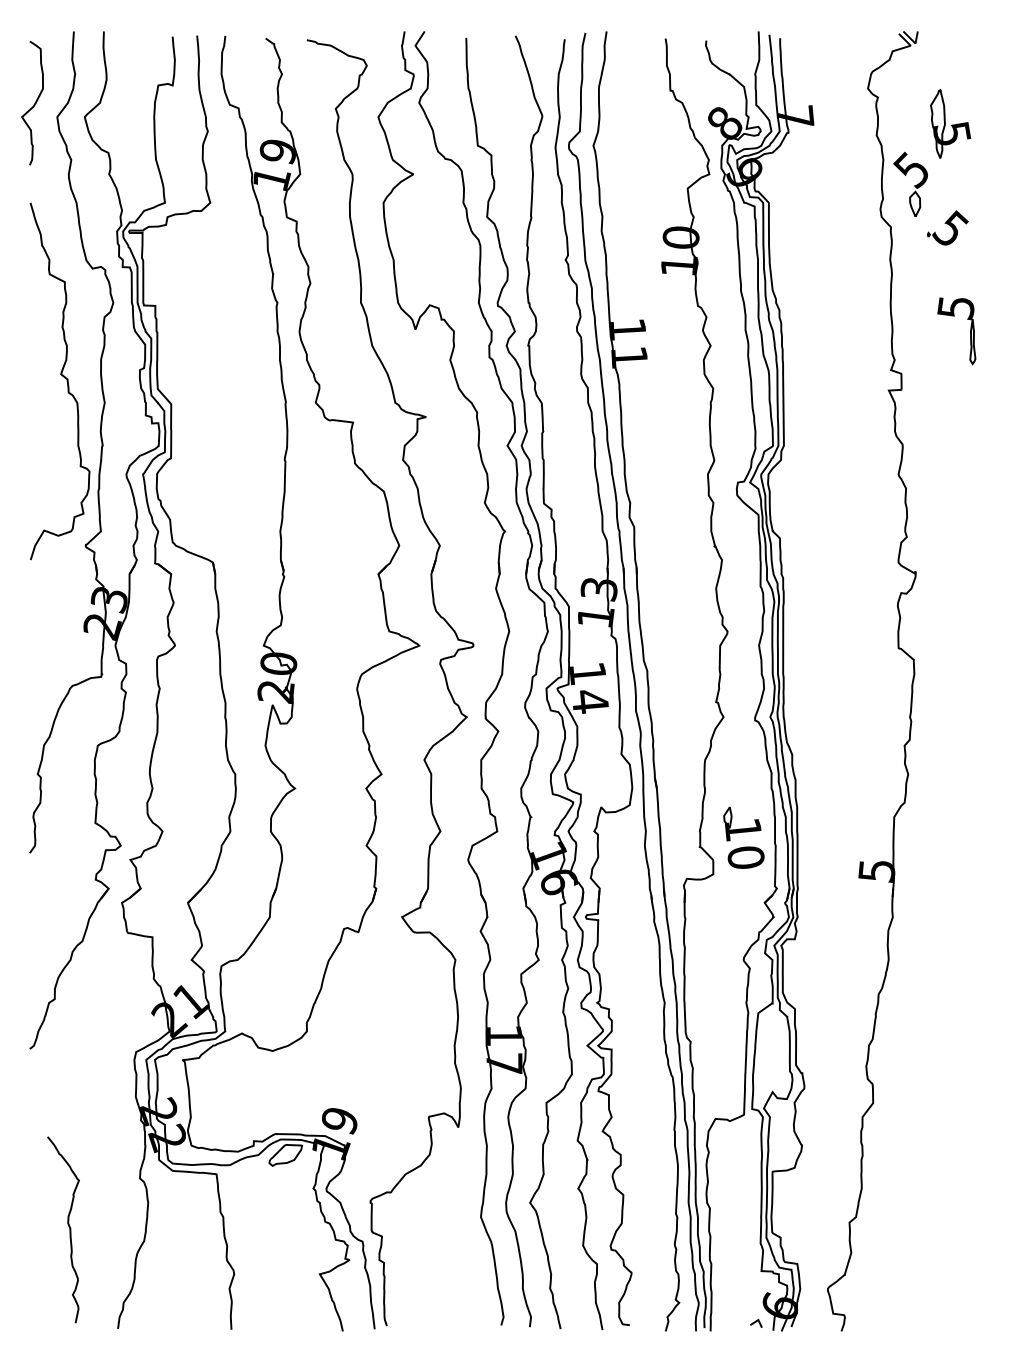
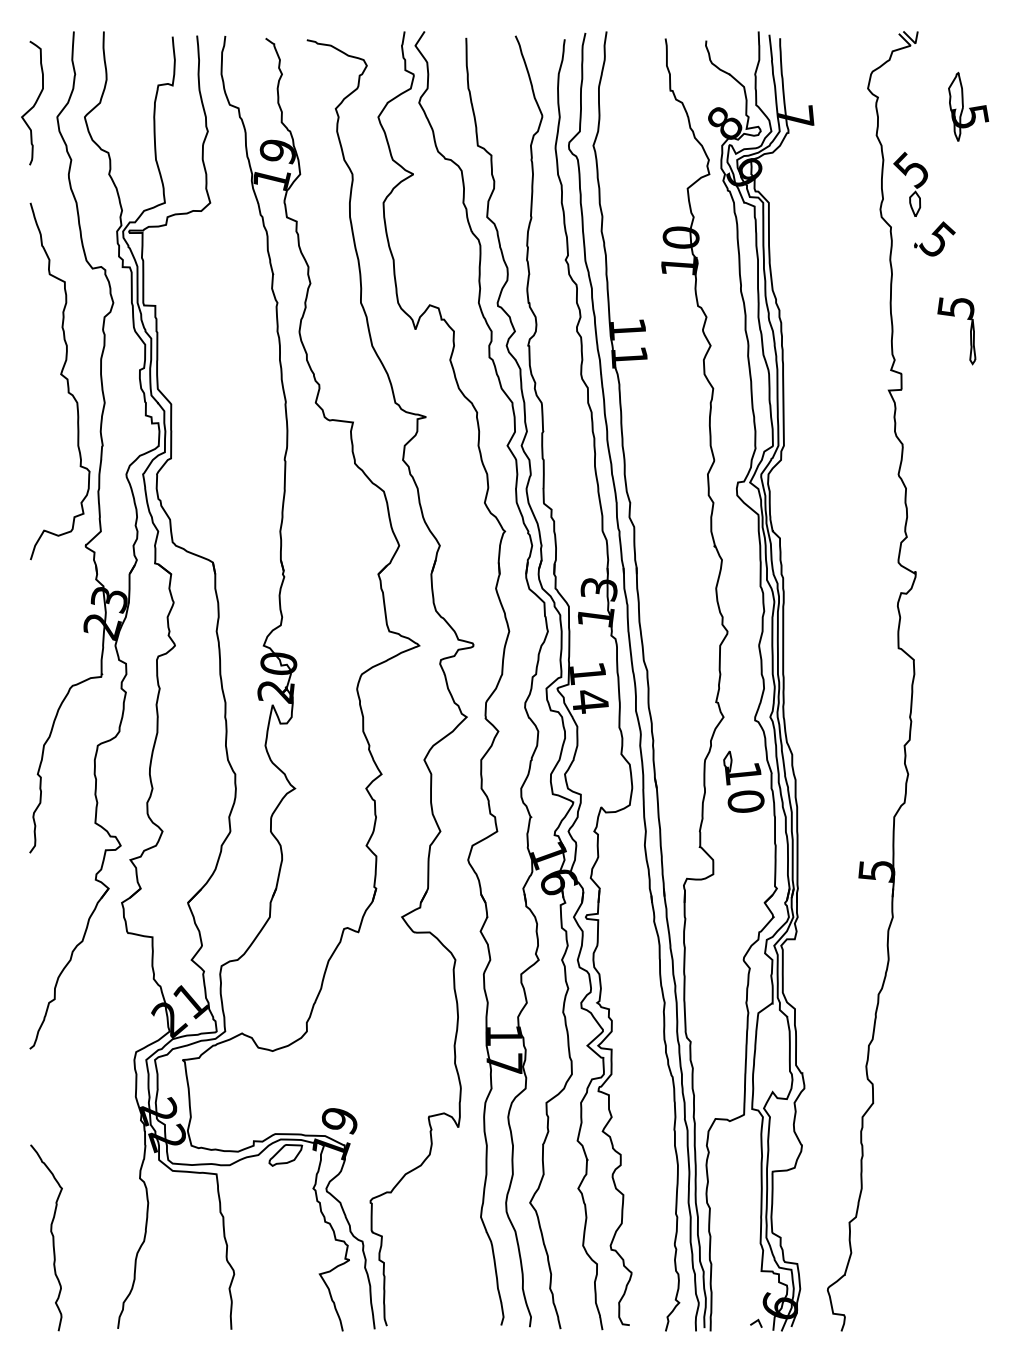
part at (950, 123) position: (950, 123) -> (968, 106)
part at (947, 227) position: (947, 227) -> (934, 238)
part at (743, 837) position: (743, 837) -> (743, 781)
curve at (68, 1227) position: (68, 1227) -> (51, 1235)
